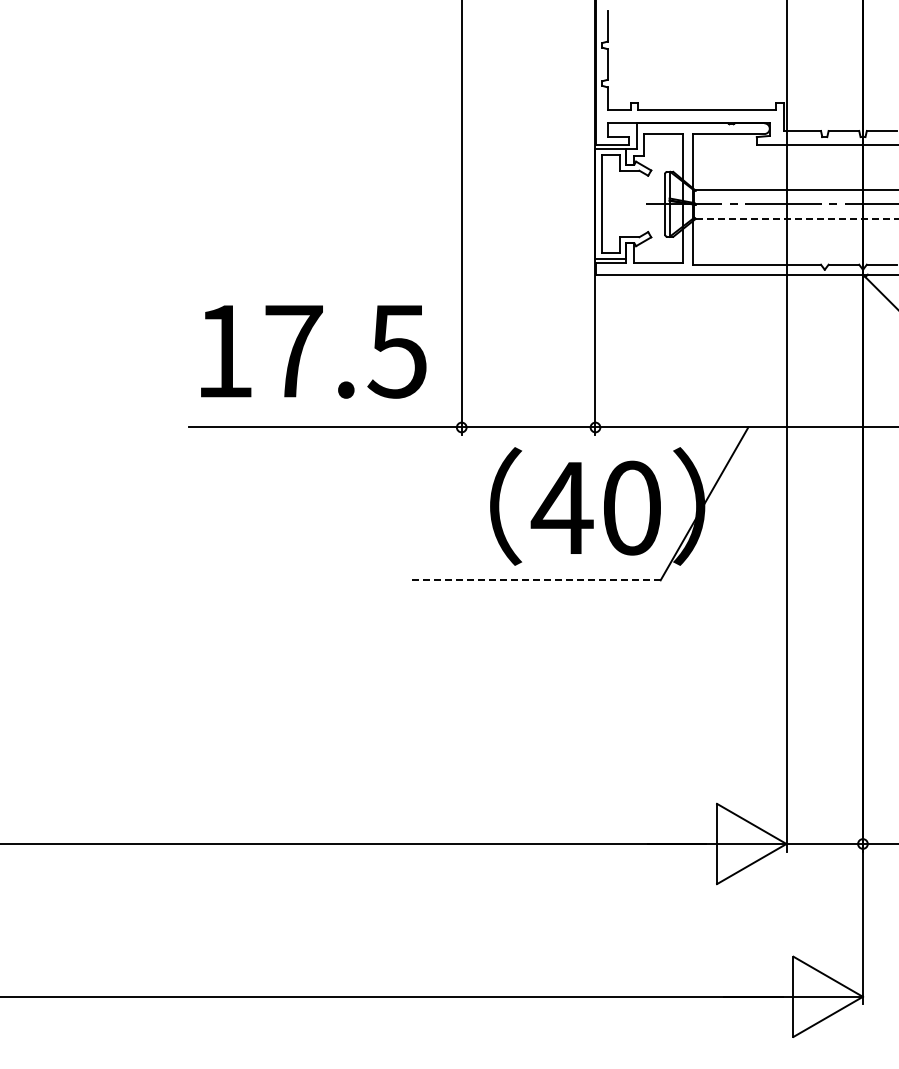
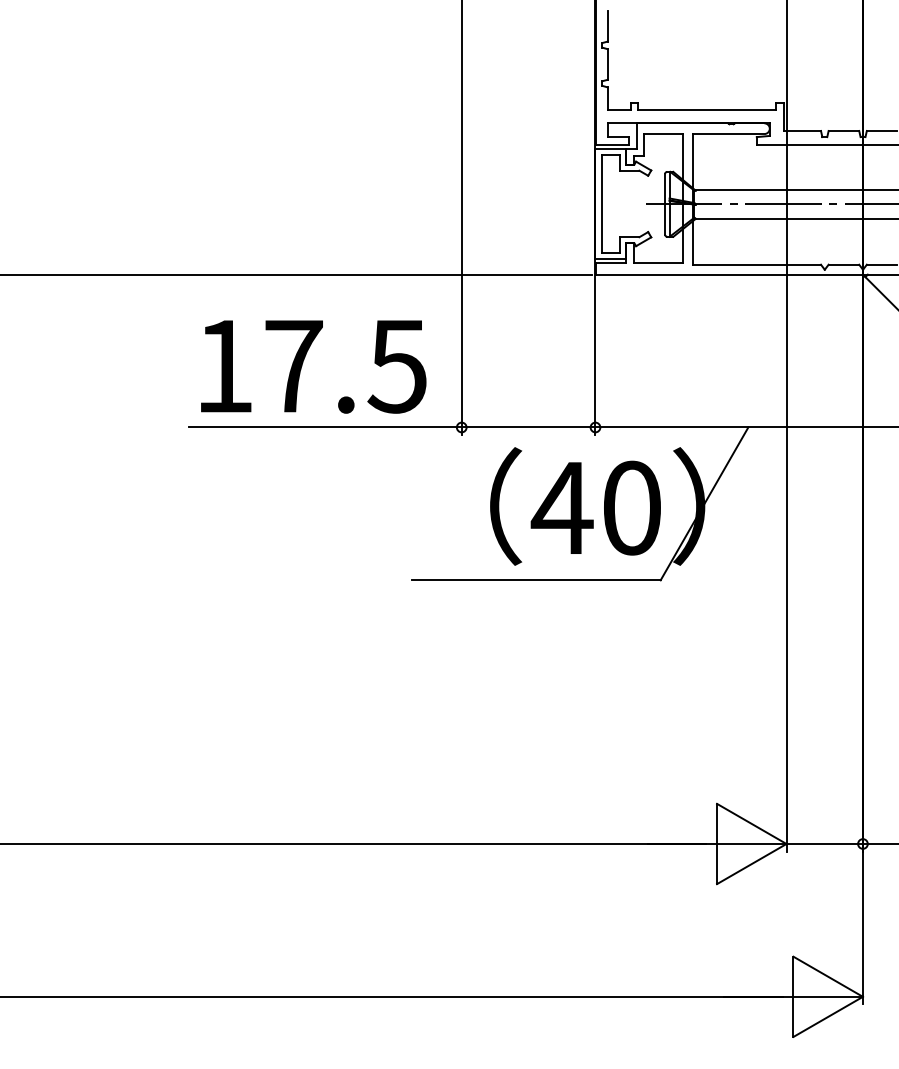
line at (797, 218): dashed -> solid
line at (296, 274): none -> present
text at (313, 351) position: (313, 351) -> (313, 366)
line at (535, 580): dashed -> solid
